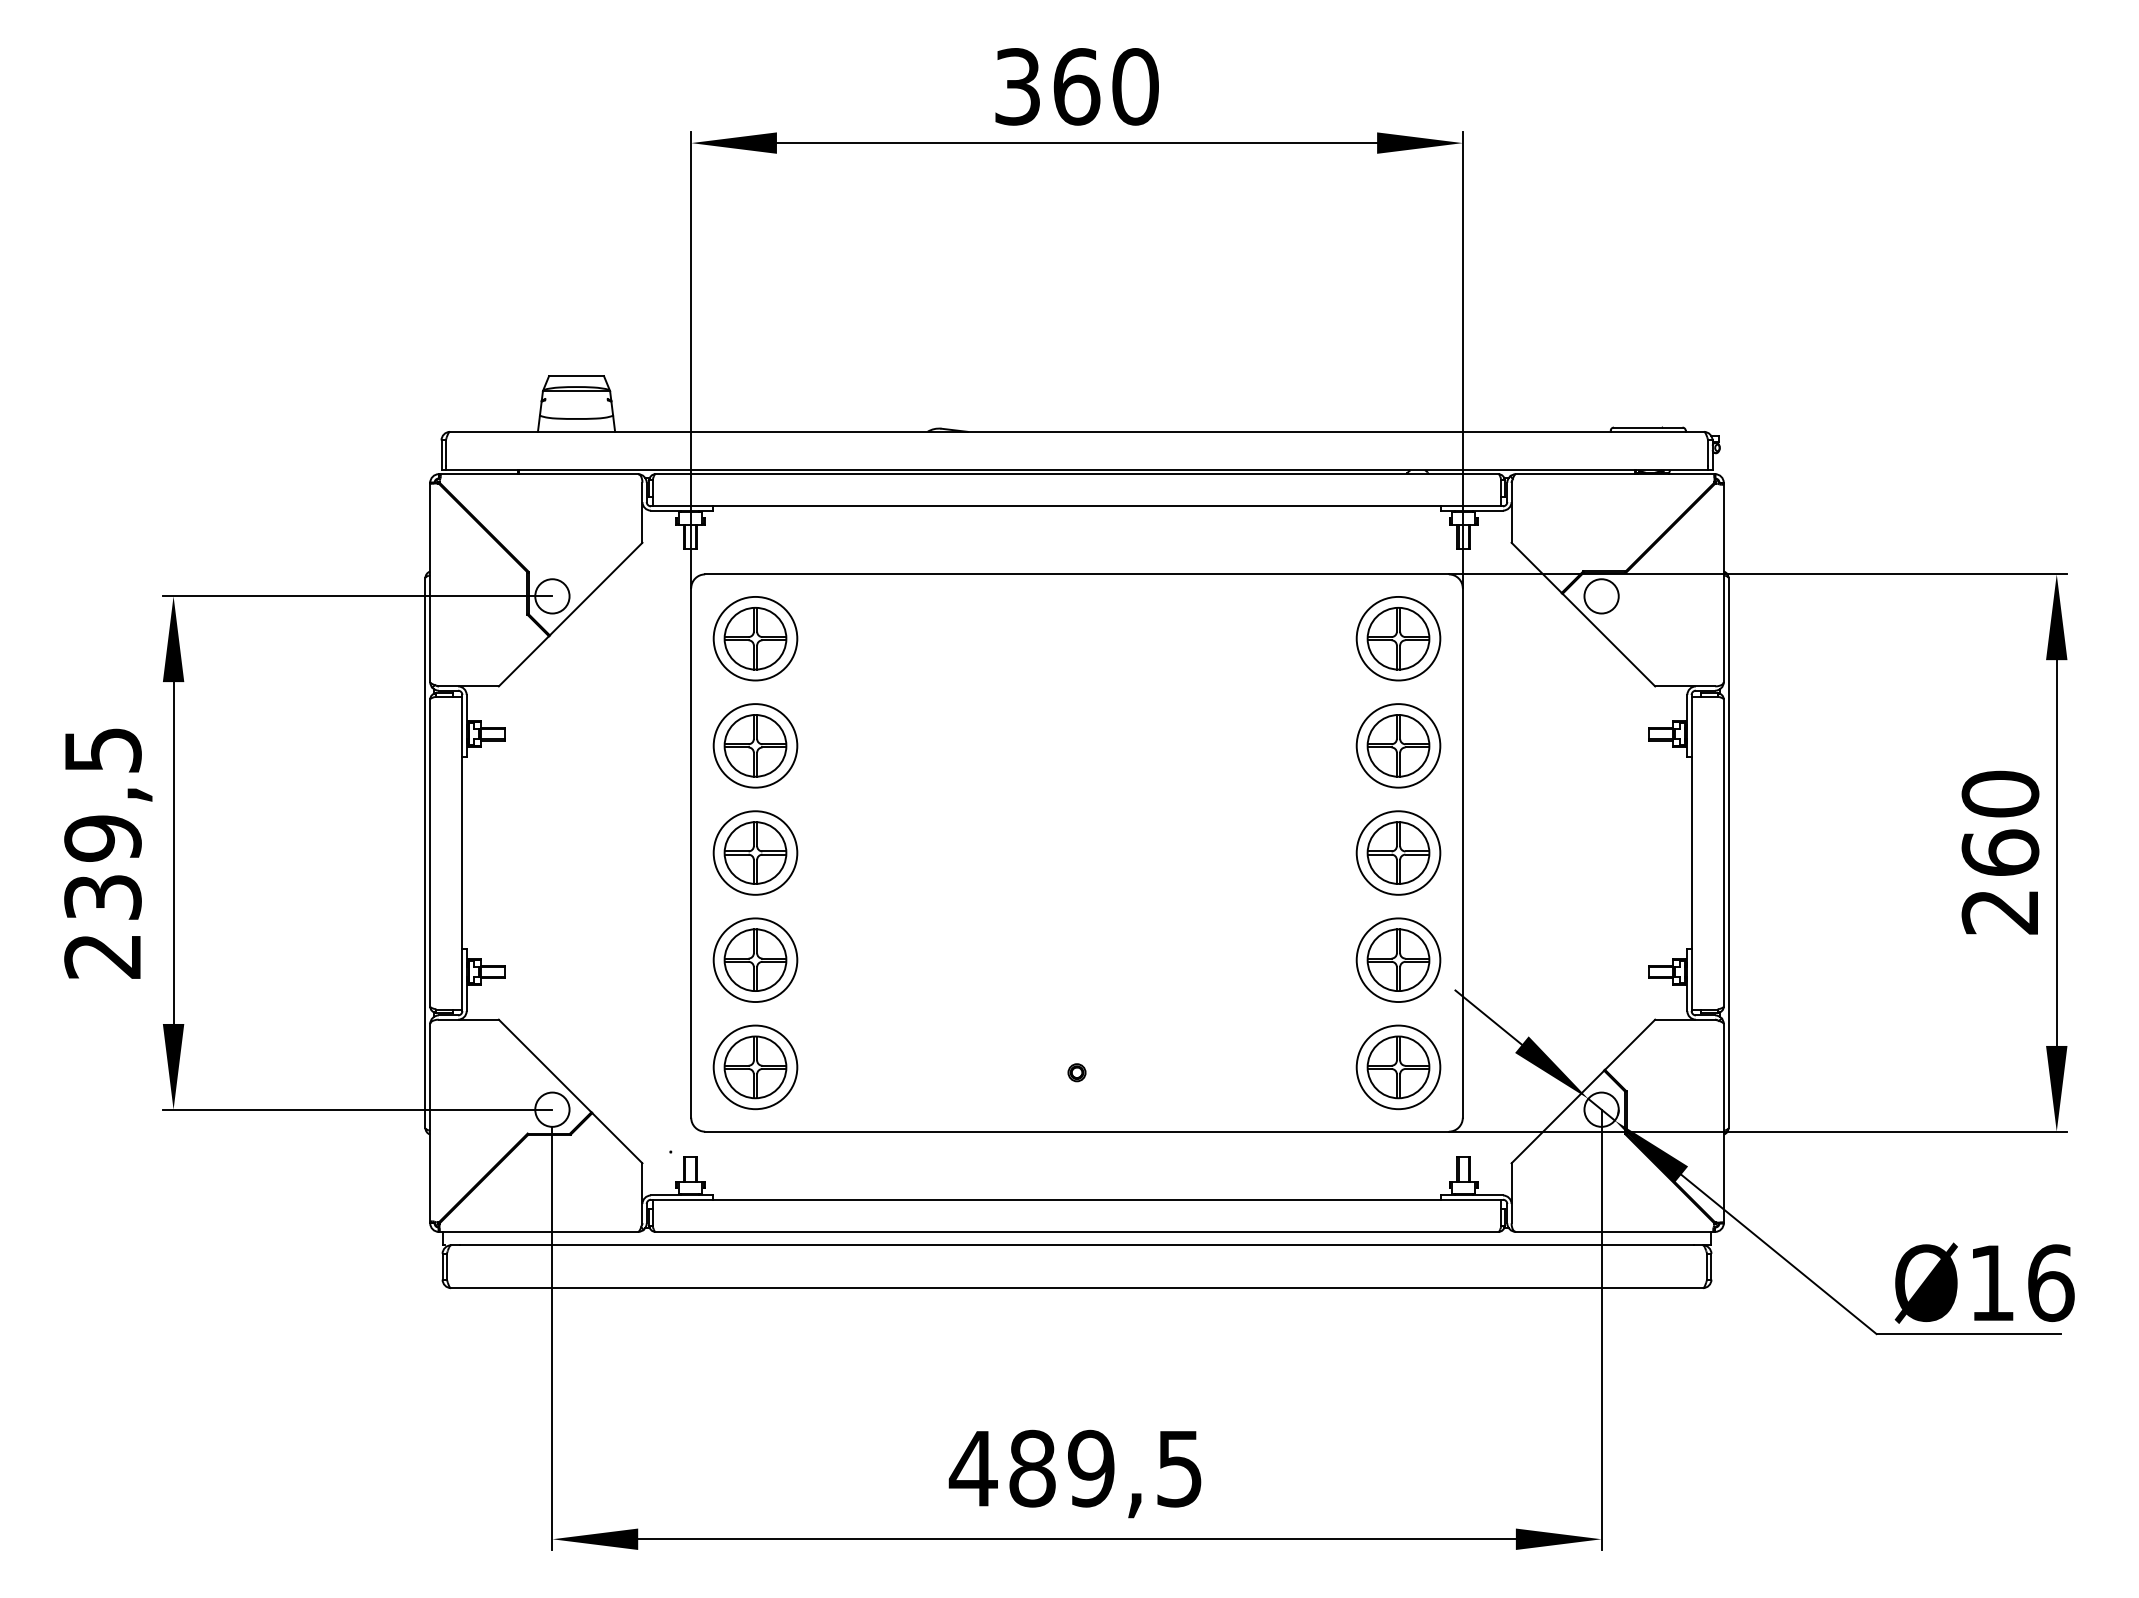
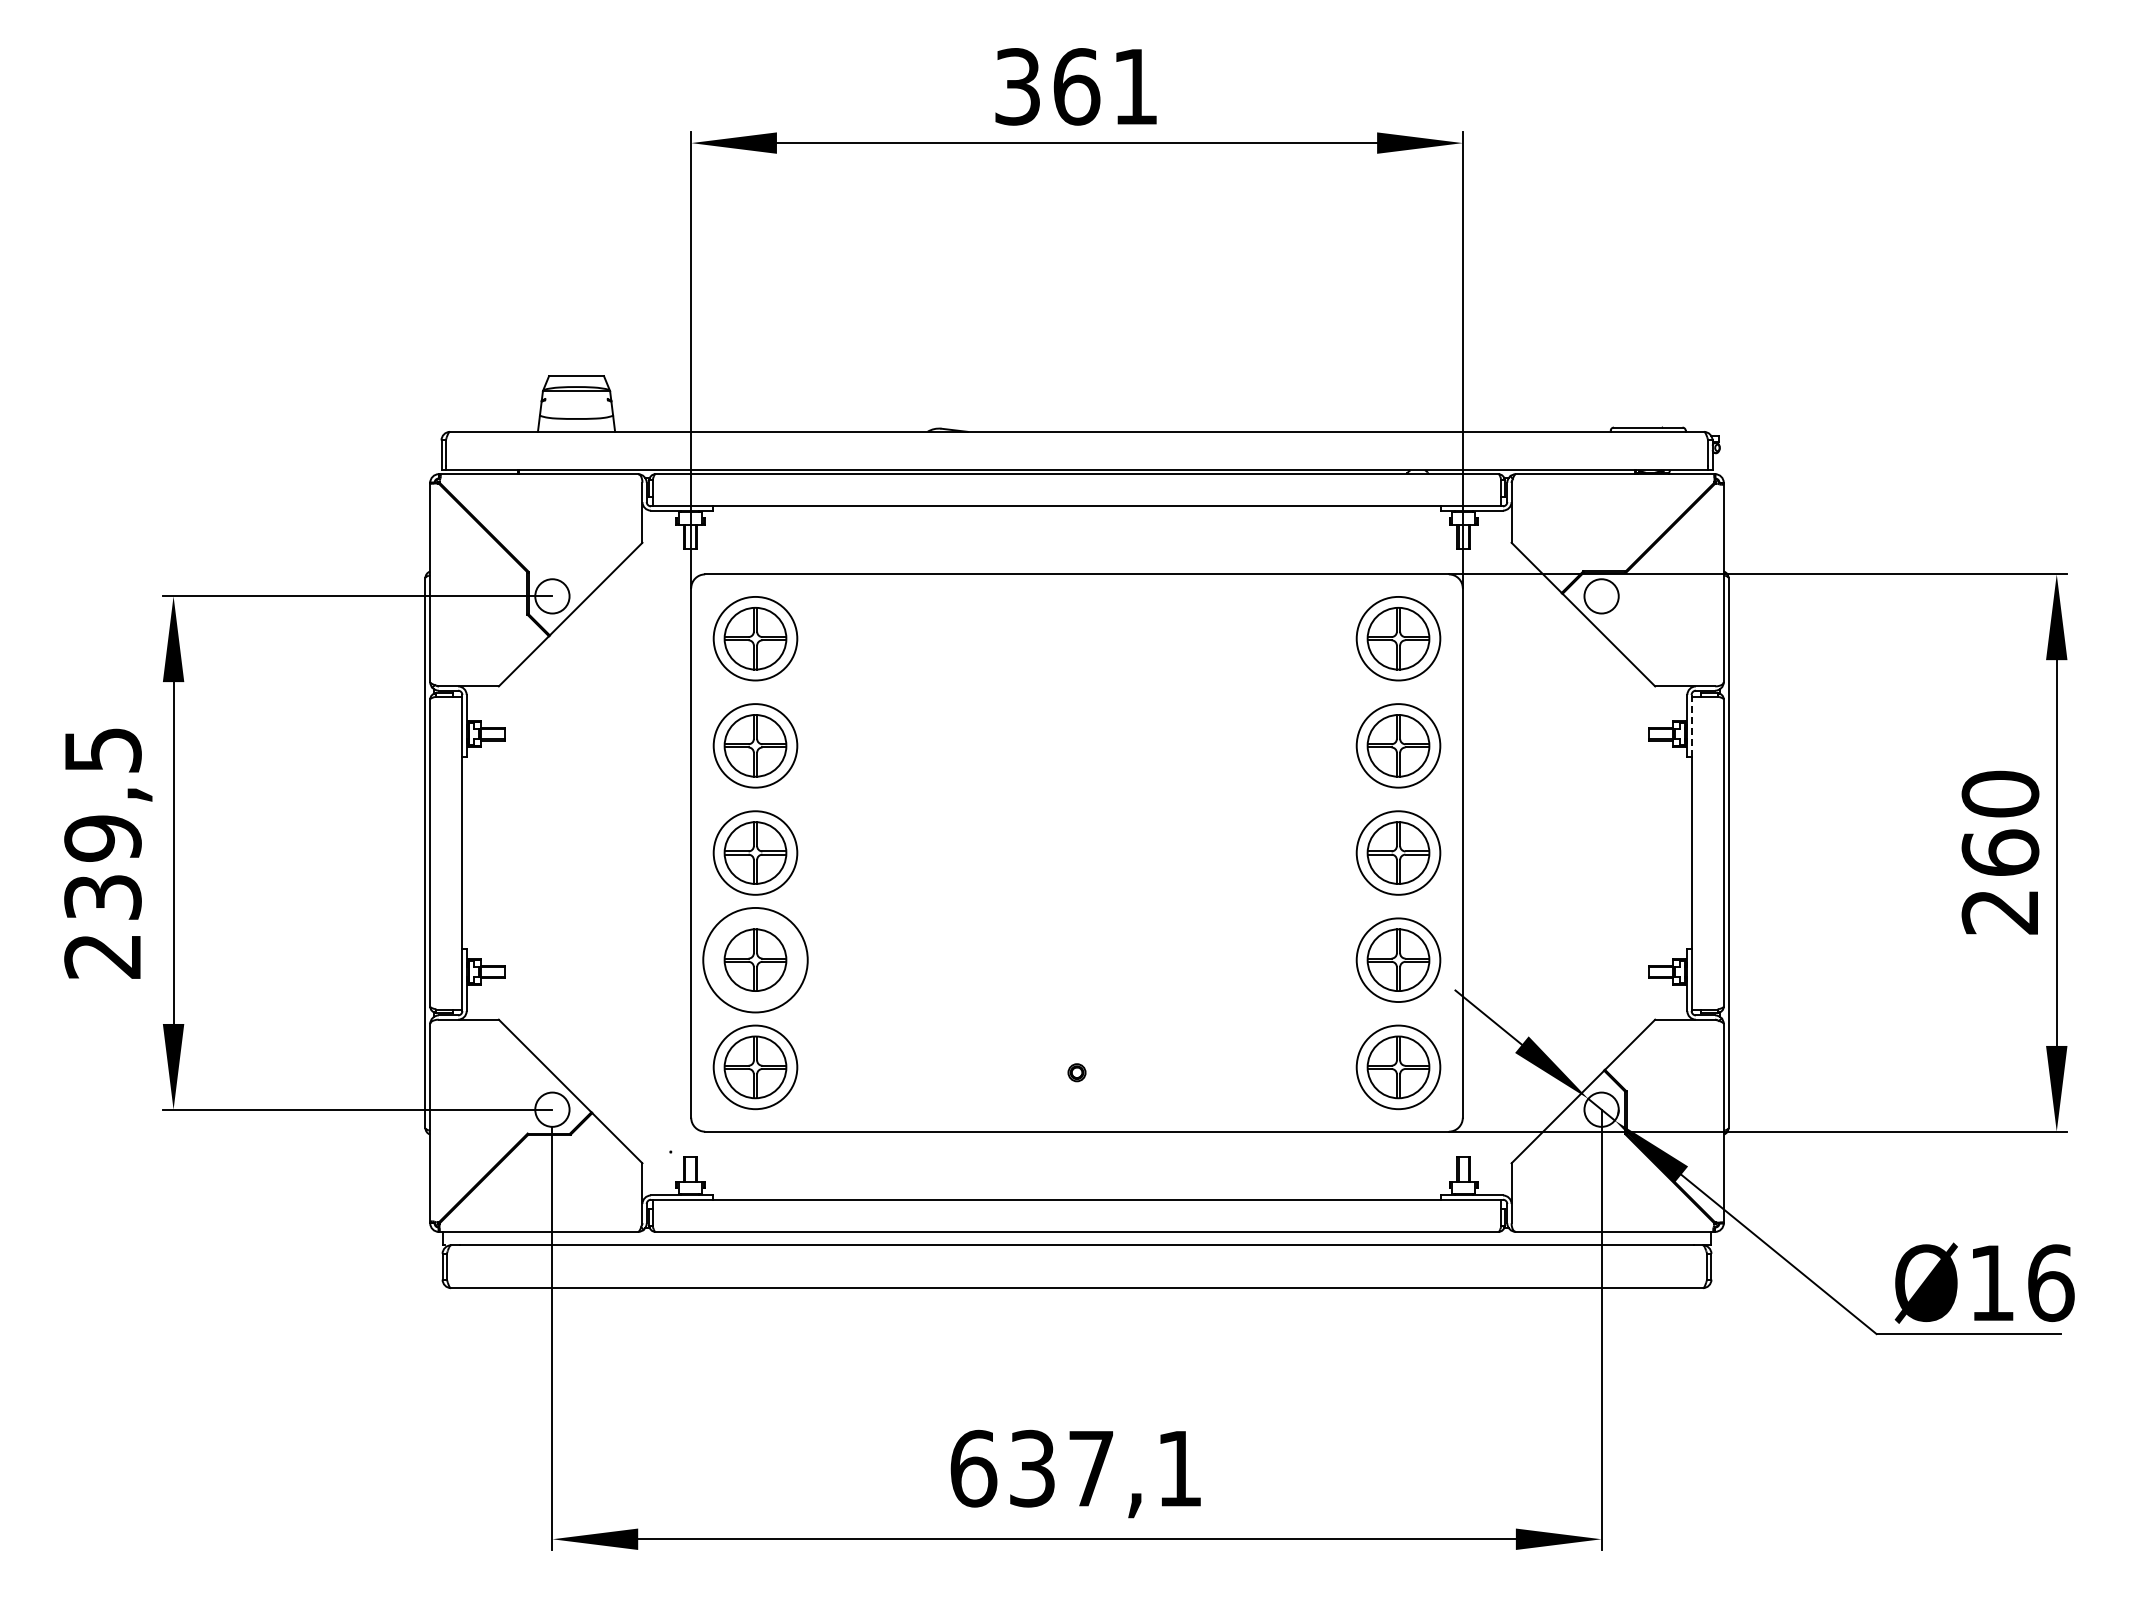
text at (1135, 86): 360 -> 361
line at (1691, 726): solid -> dashed
circle at (755, 960) diameter: 84 px -> 104 px
text at (1074, 1468): 489,5 -> 637,1
